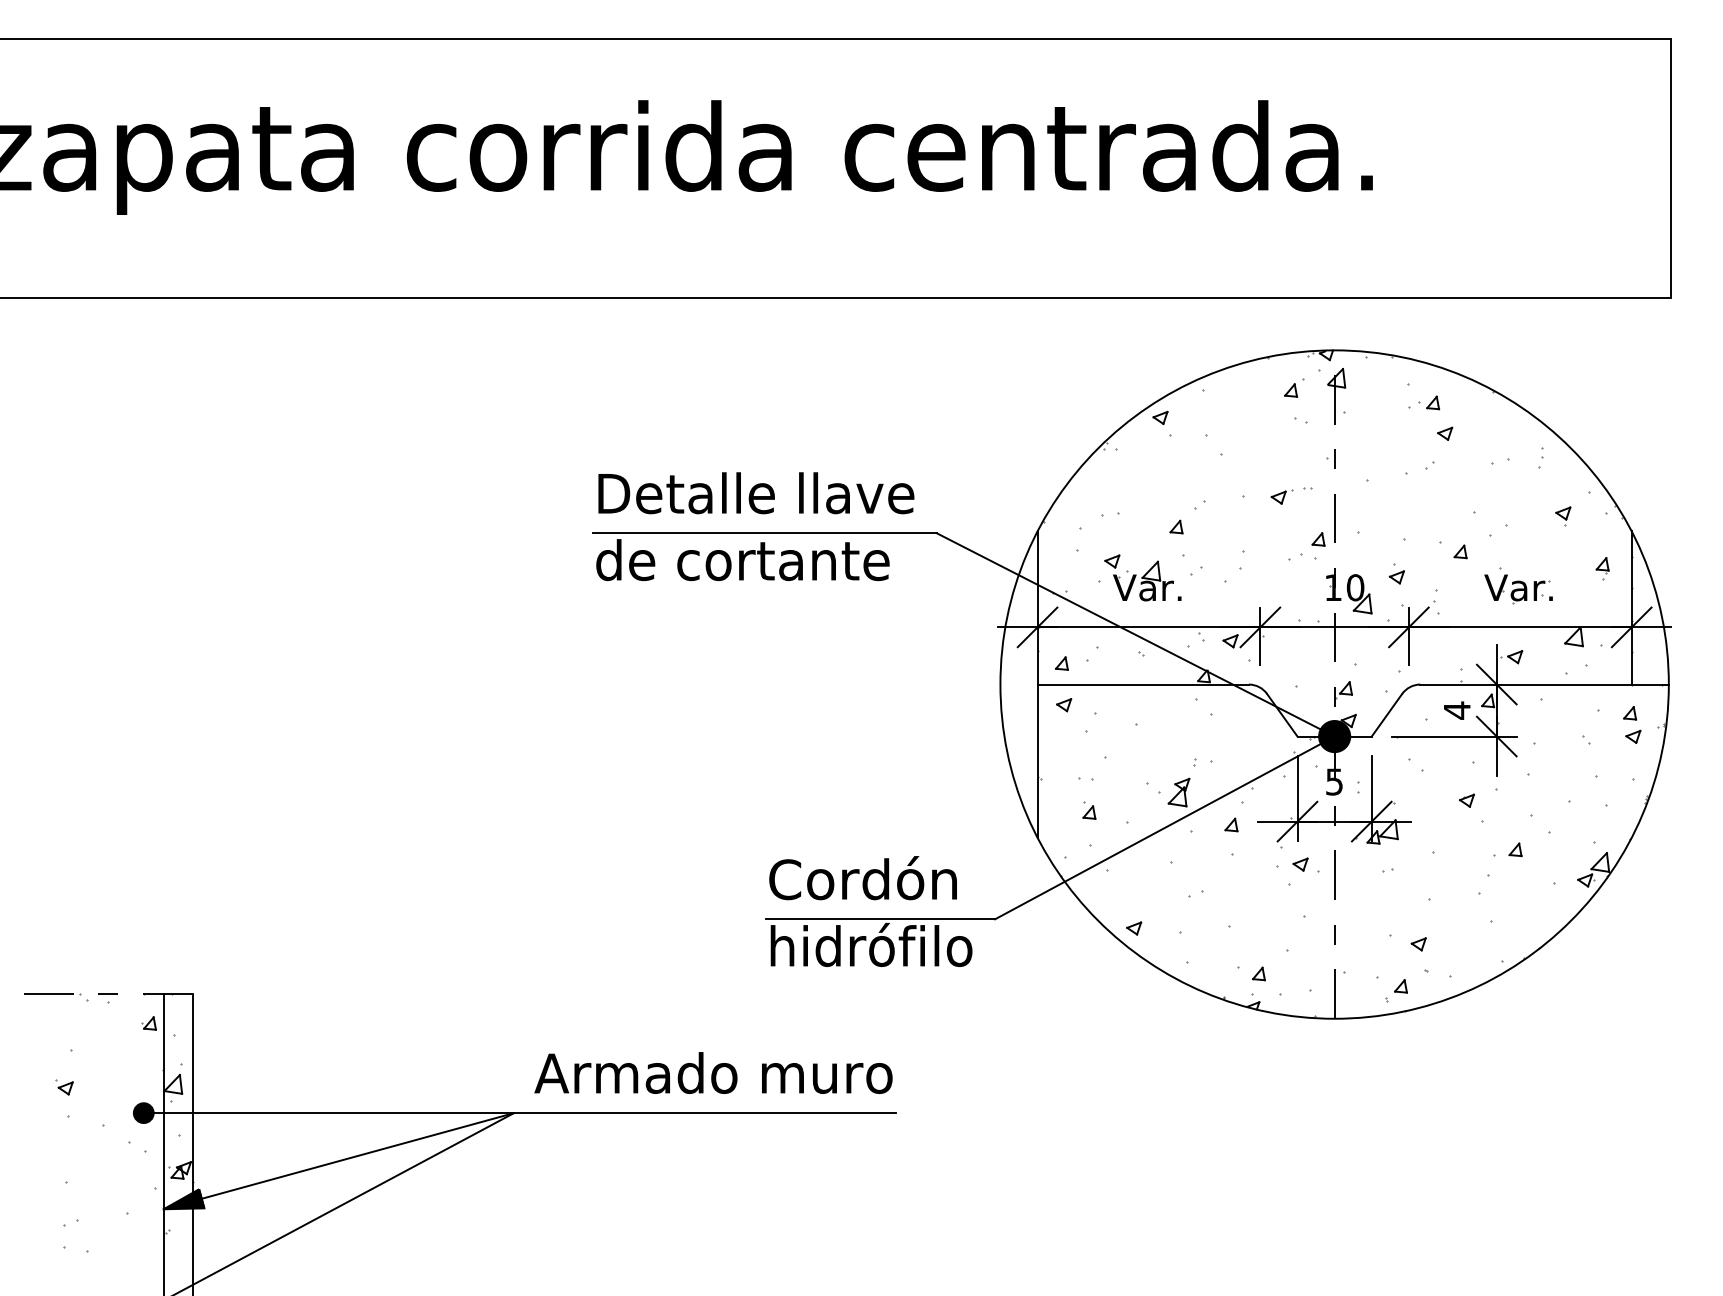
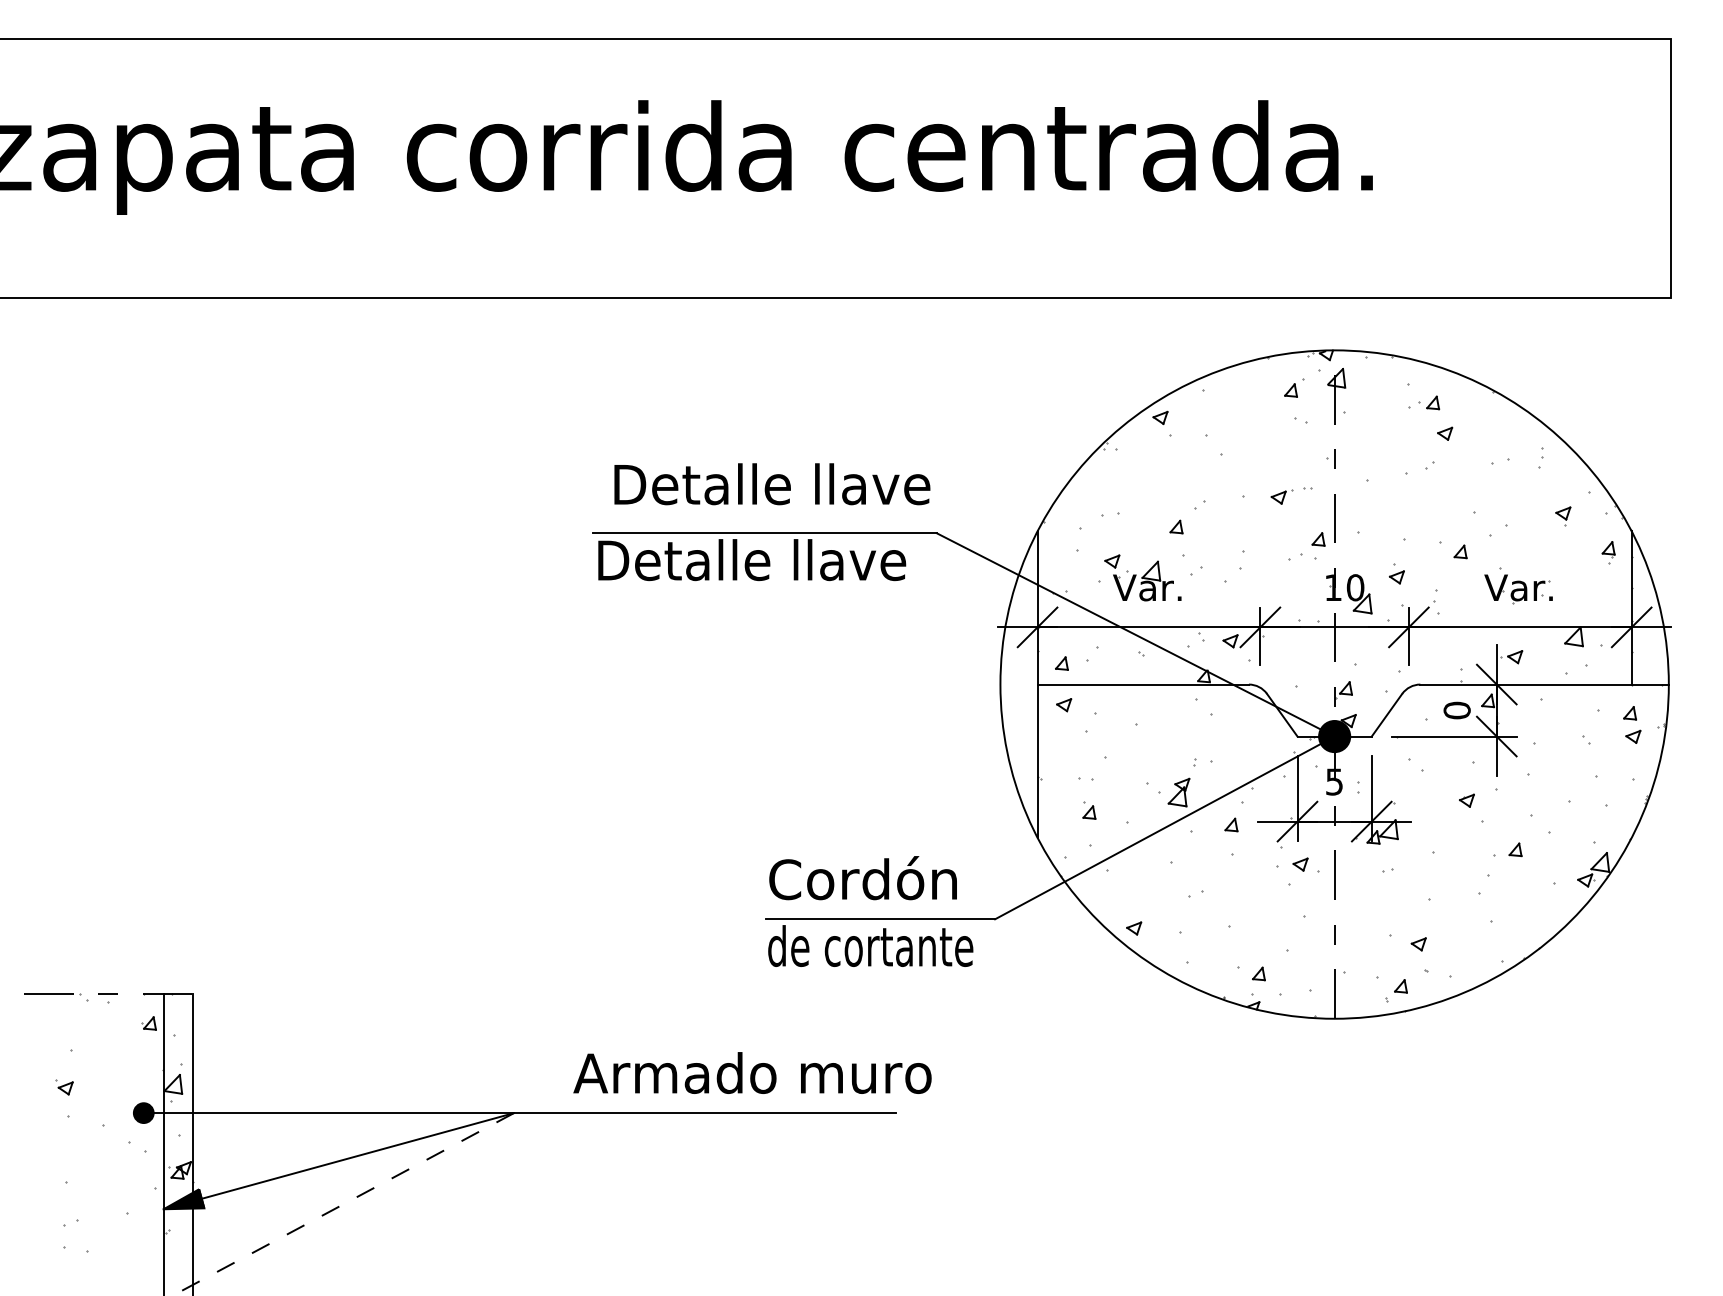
text at (756, 493) position: (756, 493) -> (772, 484)
text at (751, 560): de cortante -> Detalle llave
part at (1602, 568) position: (1602, 568) -> (1608, 552)
text at (1456, 710): 4 -> 0
text at (870, 944): hidrófilo -> de cortante
text at (713, 1072) position: (713, 1072) -> (752, 1072)
line at (342, 1204): solid -> dashed
